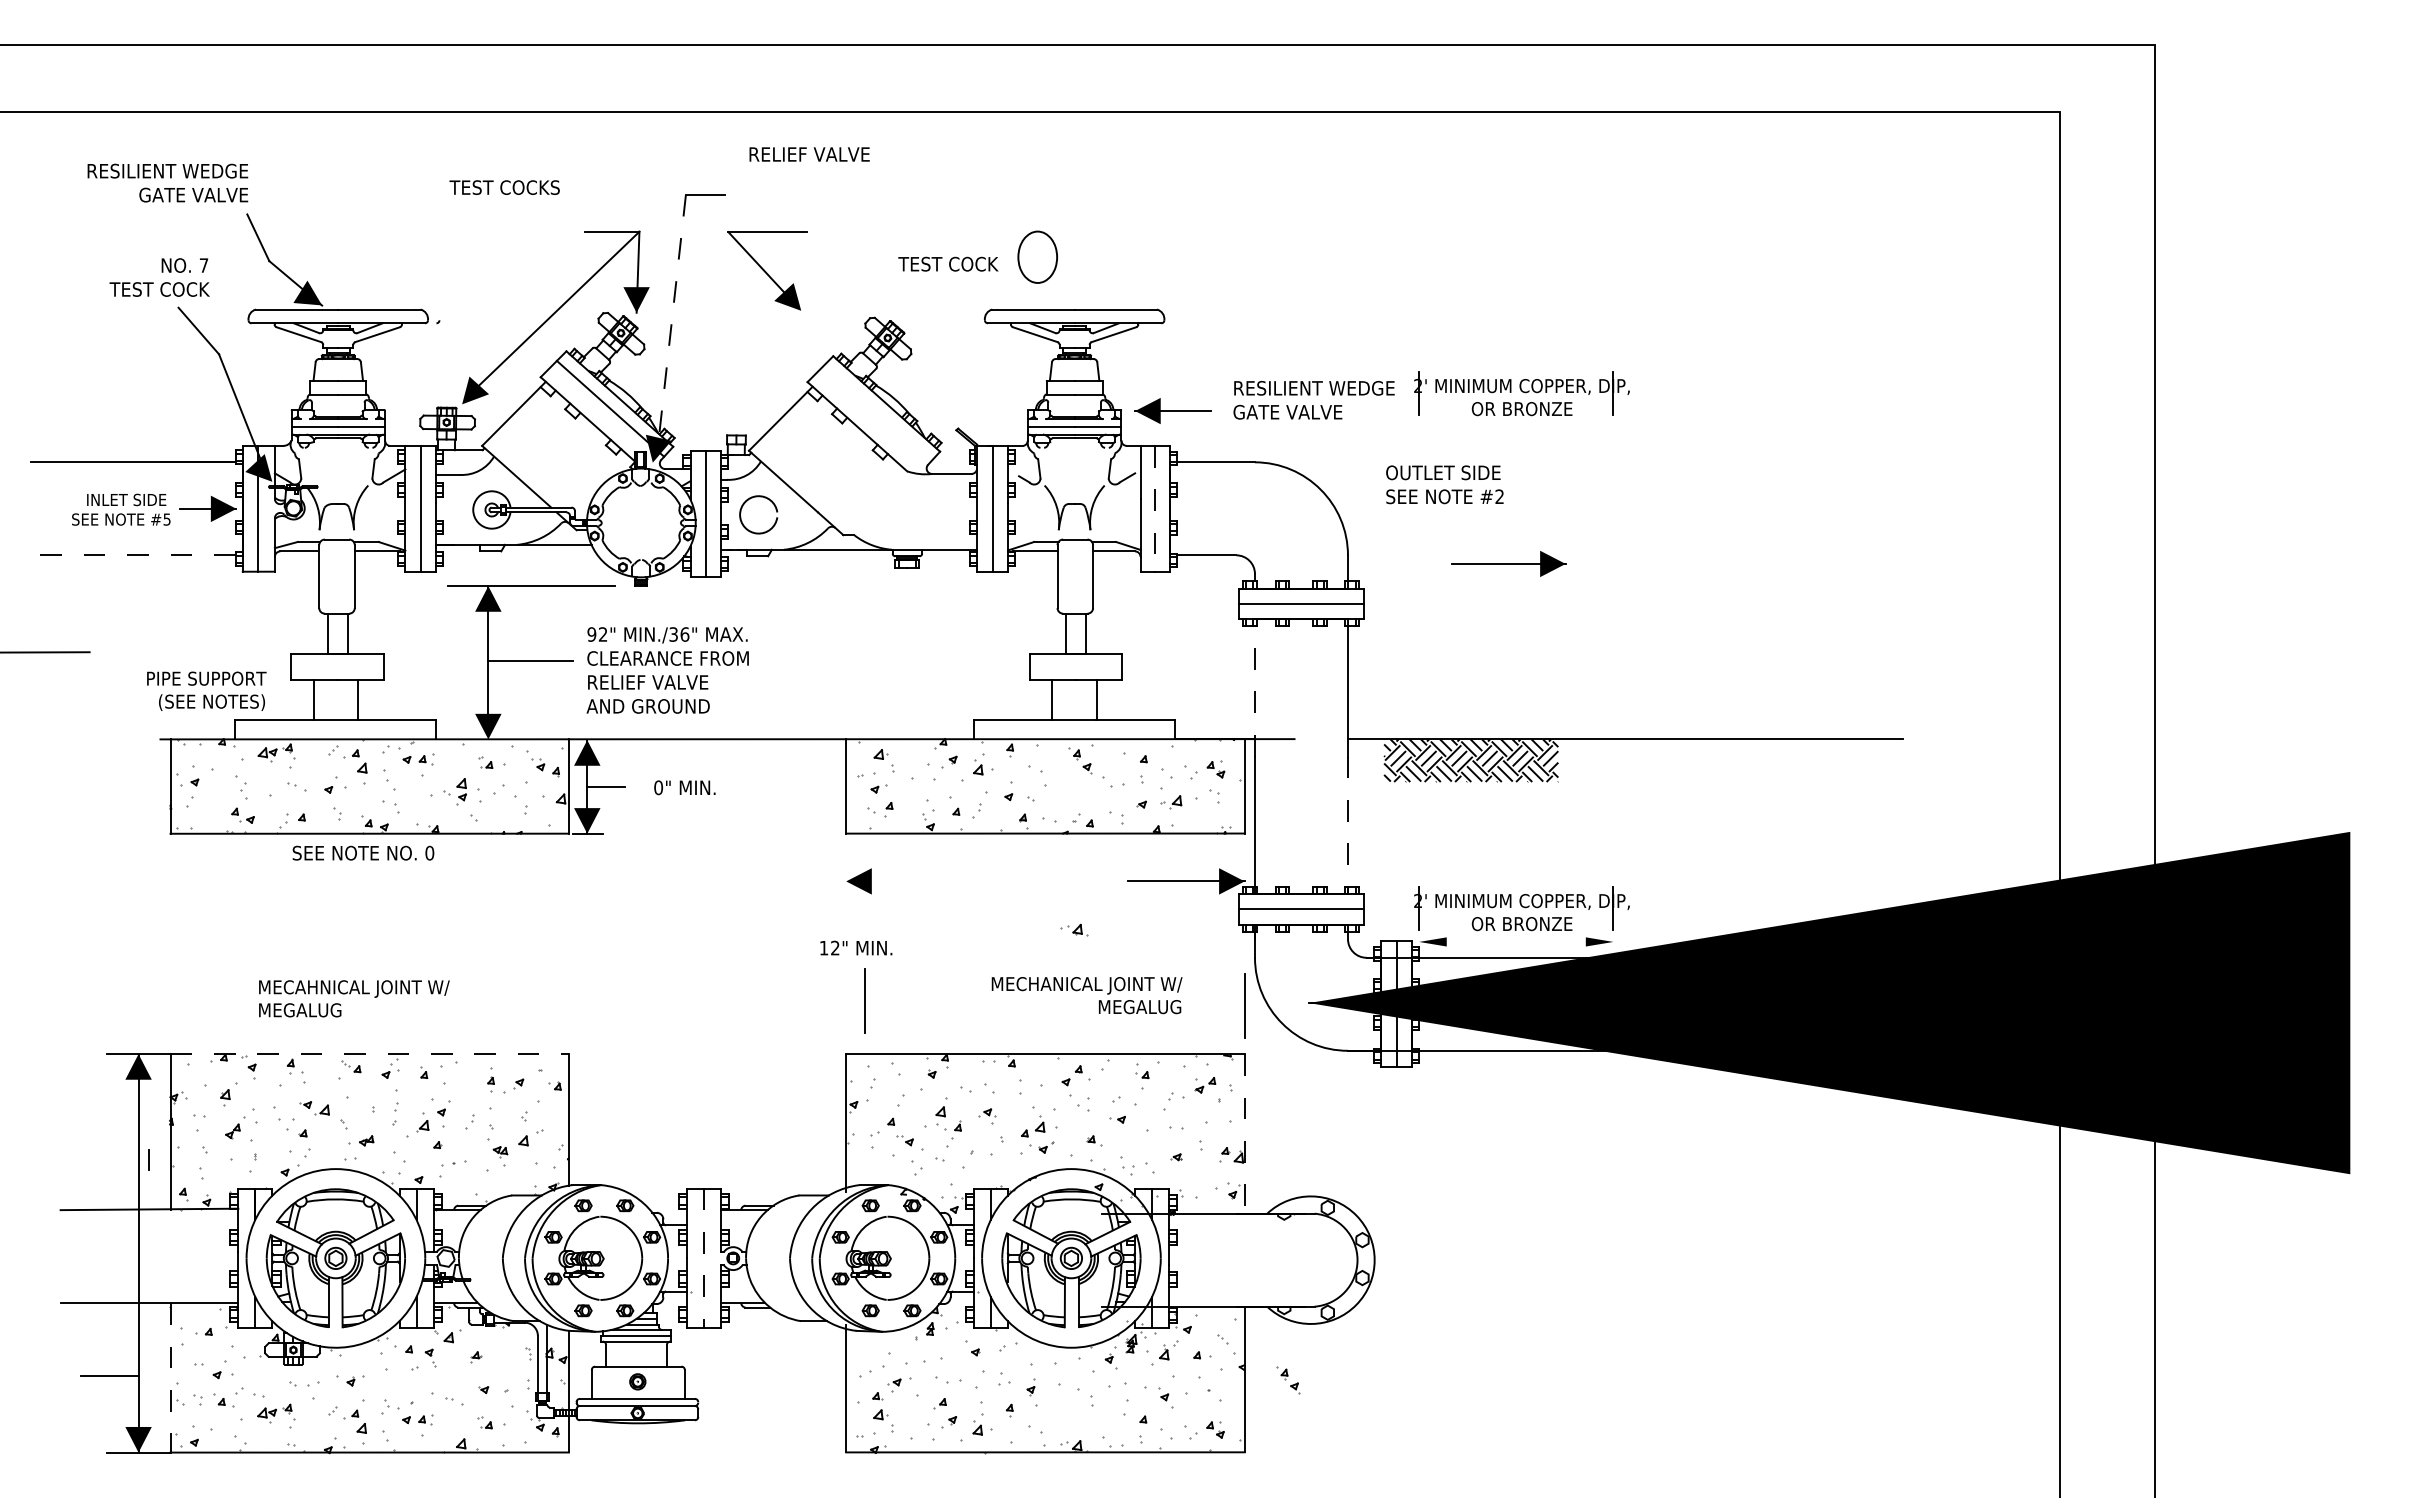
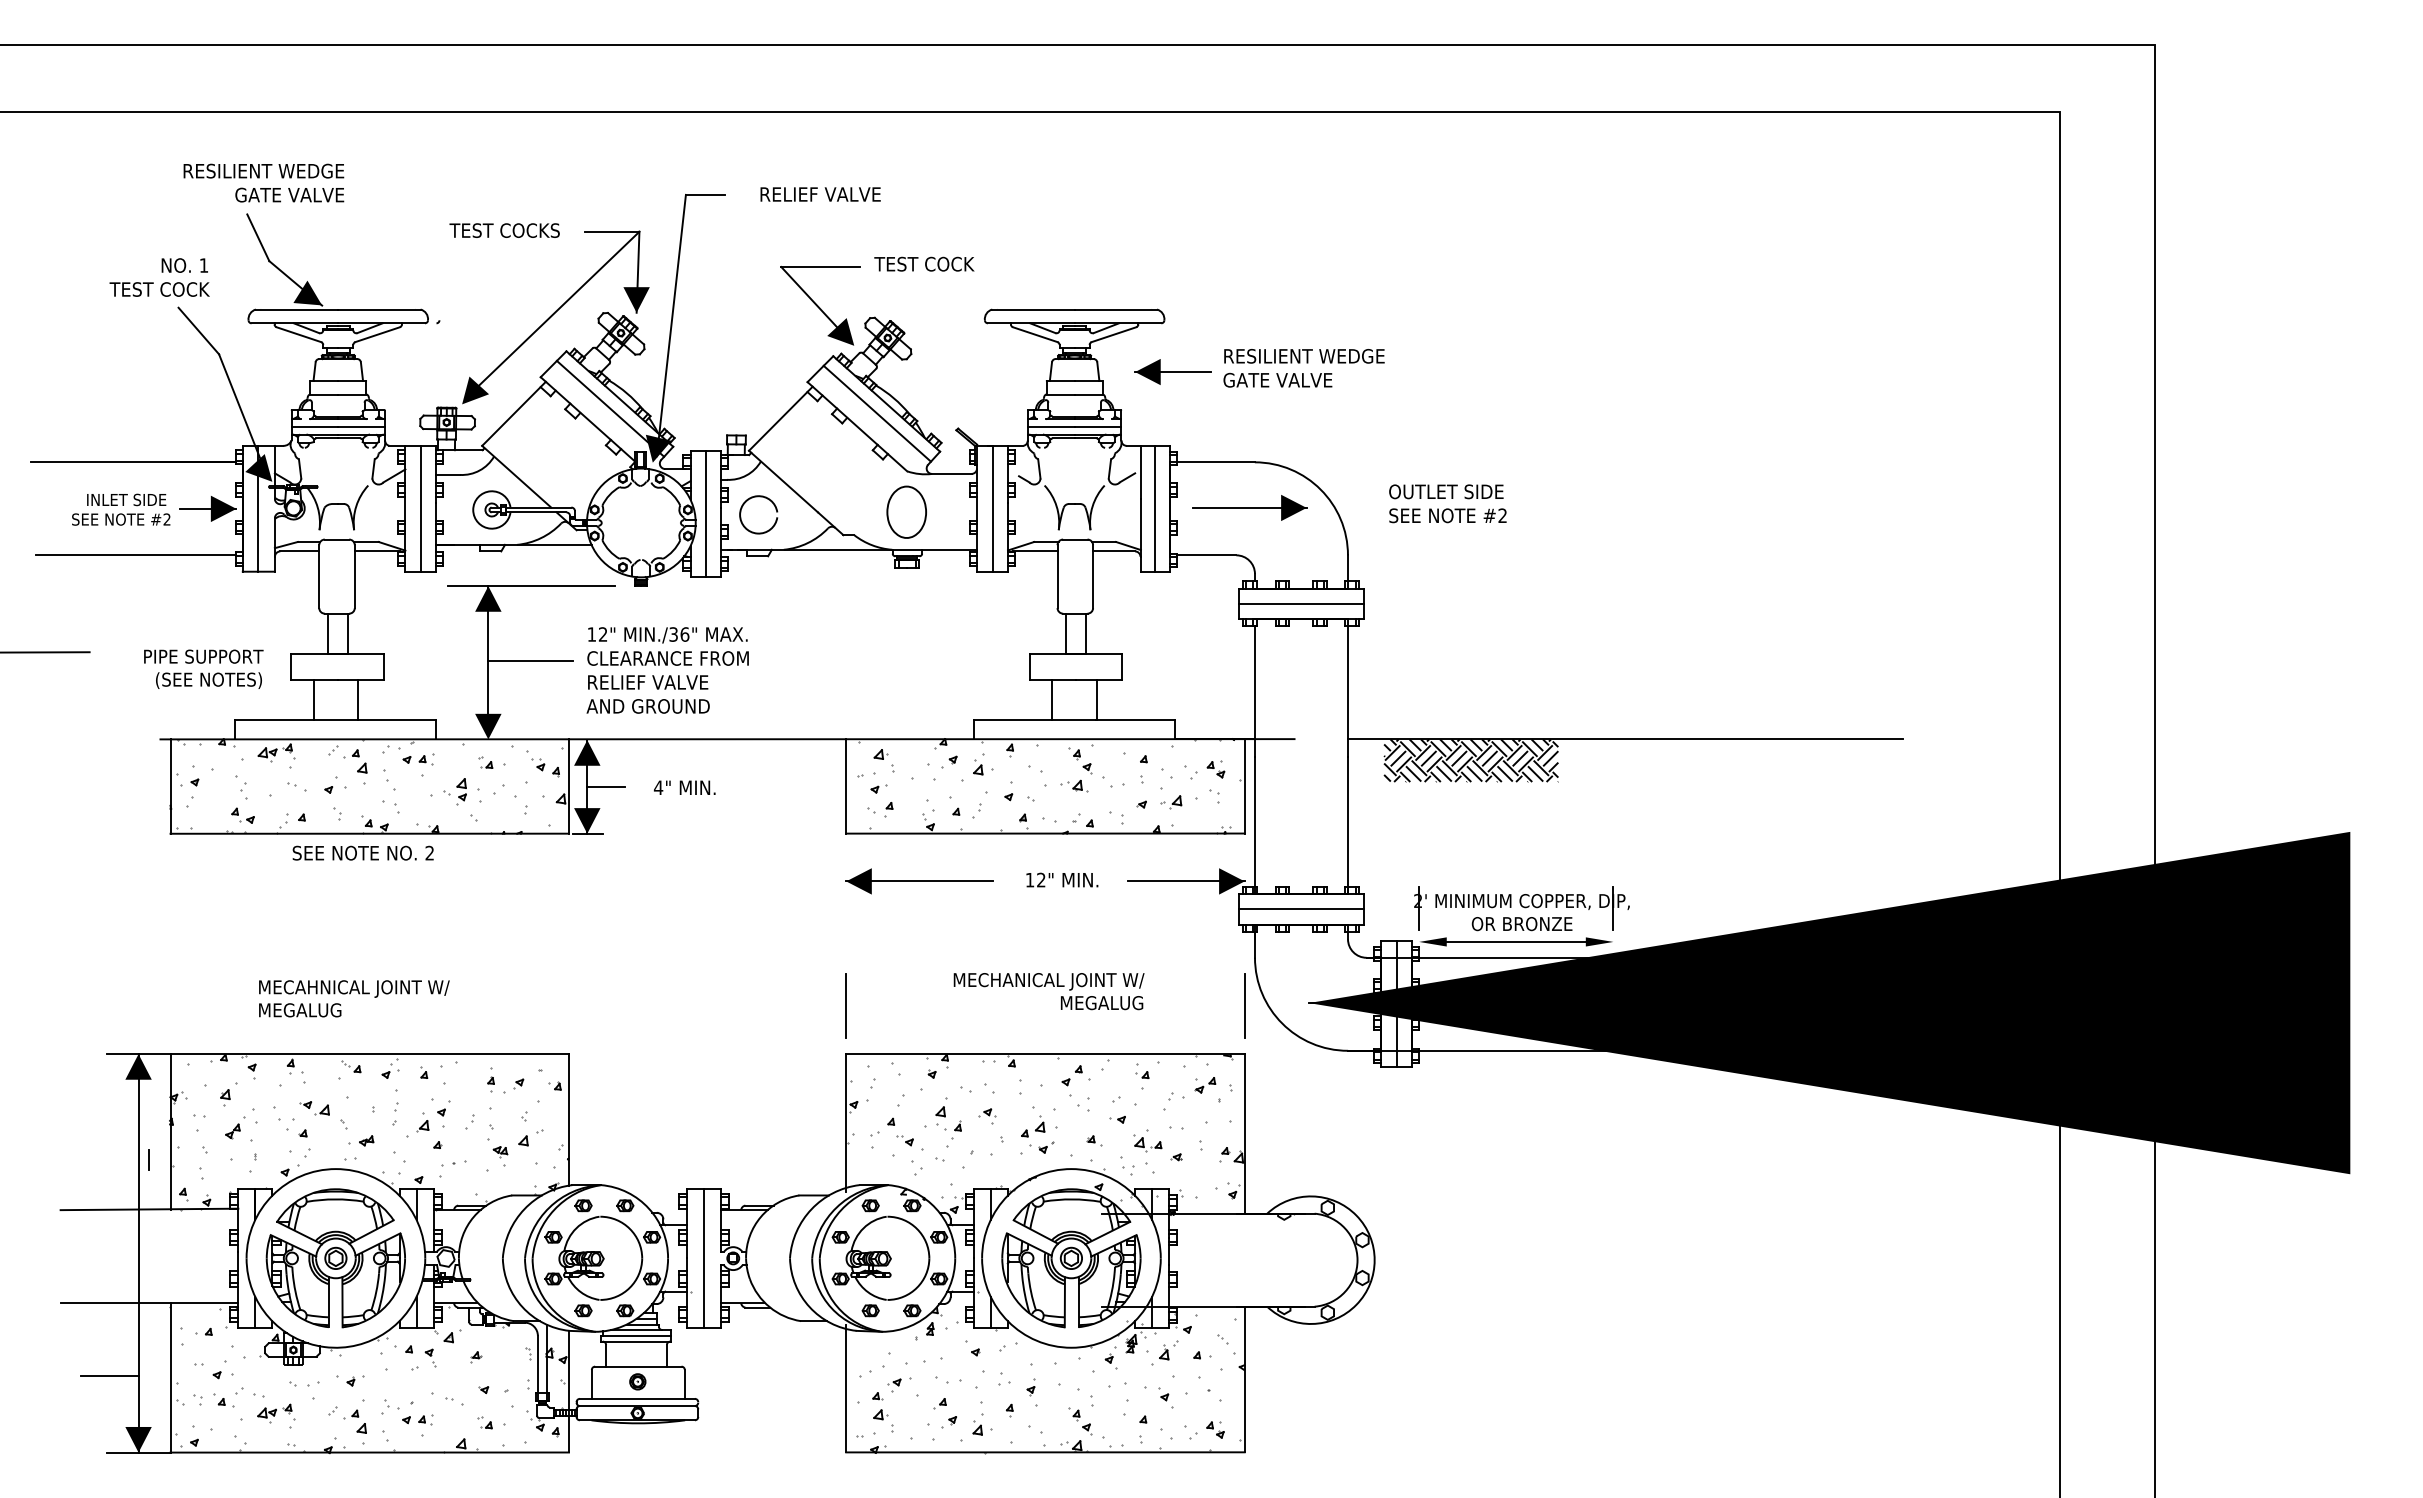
text at (809, 154) position: (809, 154) -> (820, 194)
text at (167, 182) position: (167, 182) -> (263, 182)
text at (504, 187) position: (504, 187) -> (504, 230)
part at (1037, 256) position: (1037, 256) -> (906, 511)
text at (948, 263) position: (948, 263) -> (924, 263)
text at (203, 265): 7 -> 1
part at (767, 270) position: (767, 270) -> (820, 305)
line at (671, 326): dashed -> solid
part at (1521, 393): present -> none
text at (1313, 400) position: (1313, 400) -> (1303, 368)
part at (1172, 410) position: (1172, 410) -> (1172, 371)
line at (876, 413): none -> present
text at (1444, 484) position: (1444, 484) -> (1447, 503)
line at (1154, 508): dashed -> solid
text at (166, 519): #5 -> #2
line at (135, 555): dashed -> solid
part at (1508, 563) position: (1508, 563) -> (1249, 507)
text at (591, 634): 92" -> 12"
text at (206, 690) position: (206, 690) -> (203, 668)
line at (1254, 691): dashed -> solid
text at (658, 787): 0" -> 4"
line at (1348, 825): dashed -> solid
text at (429, 852): 0 -> 2
line at (919, 881): none -> present
part at (1074, 929) position: (1074, 929) -> (1074, 785)
line at (1515, 941): none -> present
text at (856, 947) position: (856, 947) -> (1062, 879)
text at (1086, 995) position: (1086, 995) -> (1048, 991)
line at (864, 1000) position: (864, 1000) -> (845, 1005)
line at (370, 1054): dashed -> solid
line at (1244, 1133): dashed -> solid
part at (1147, 1143): none -> present
line at (703, 1258): dashed -> solid
line at (170, 1377): dashed -> solid
part at (1288, 1380) position: (1288, 1380) -> (1080, 1421)
